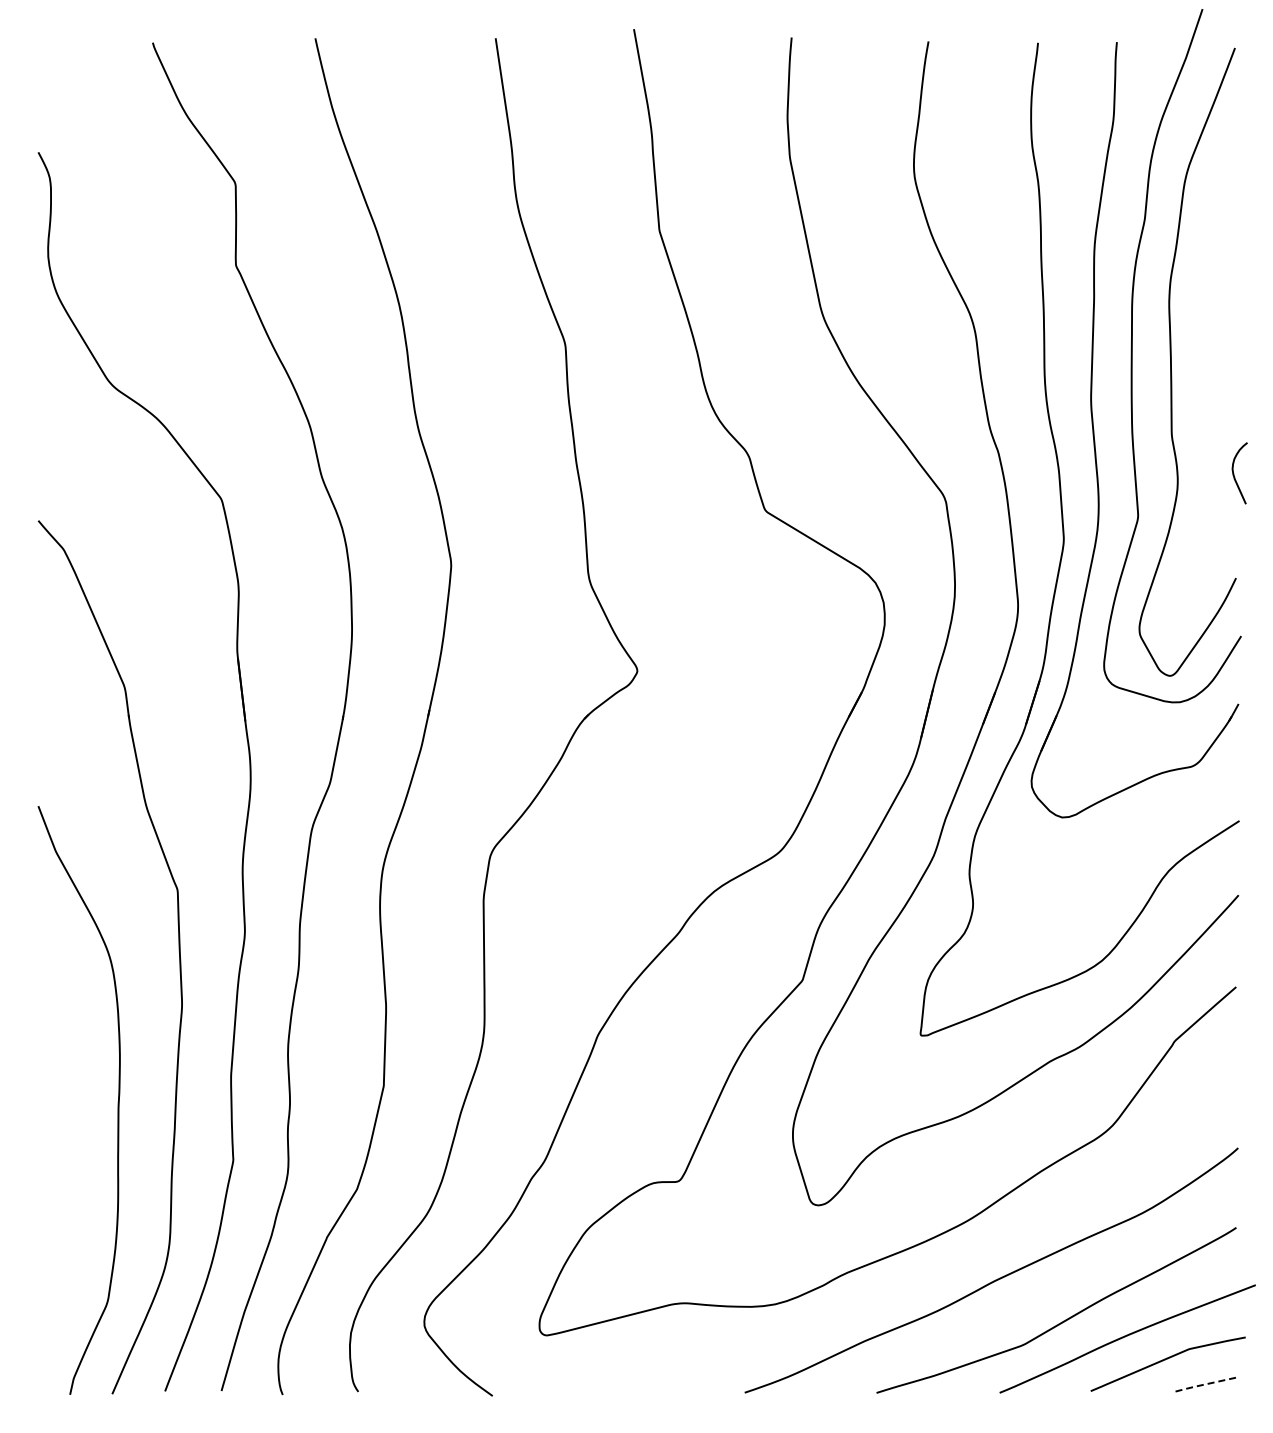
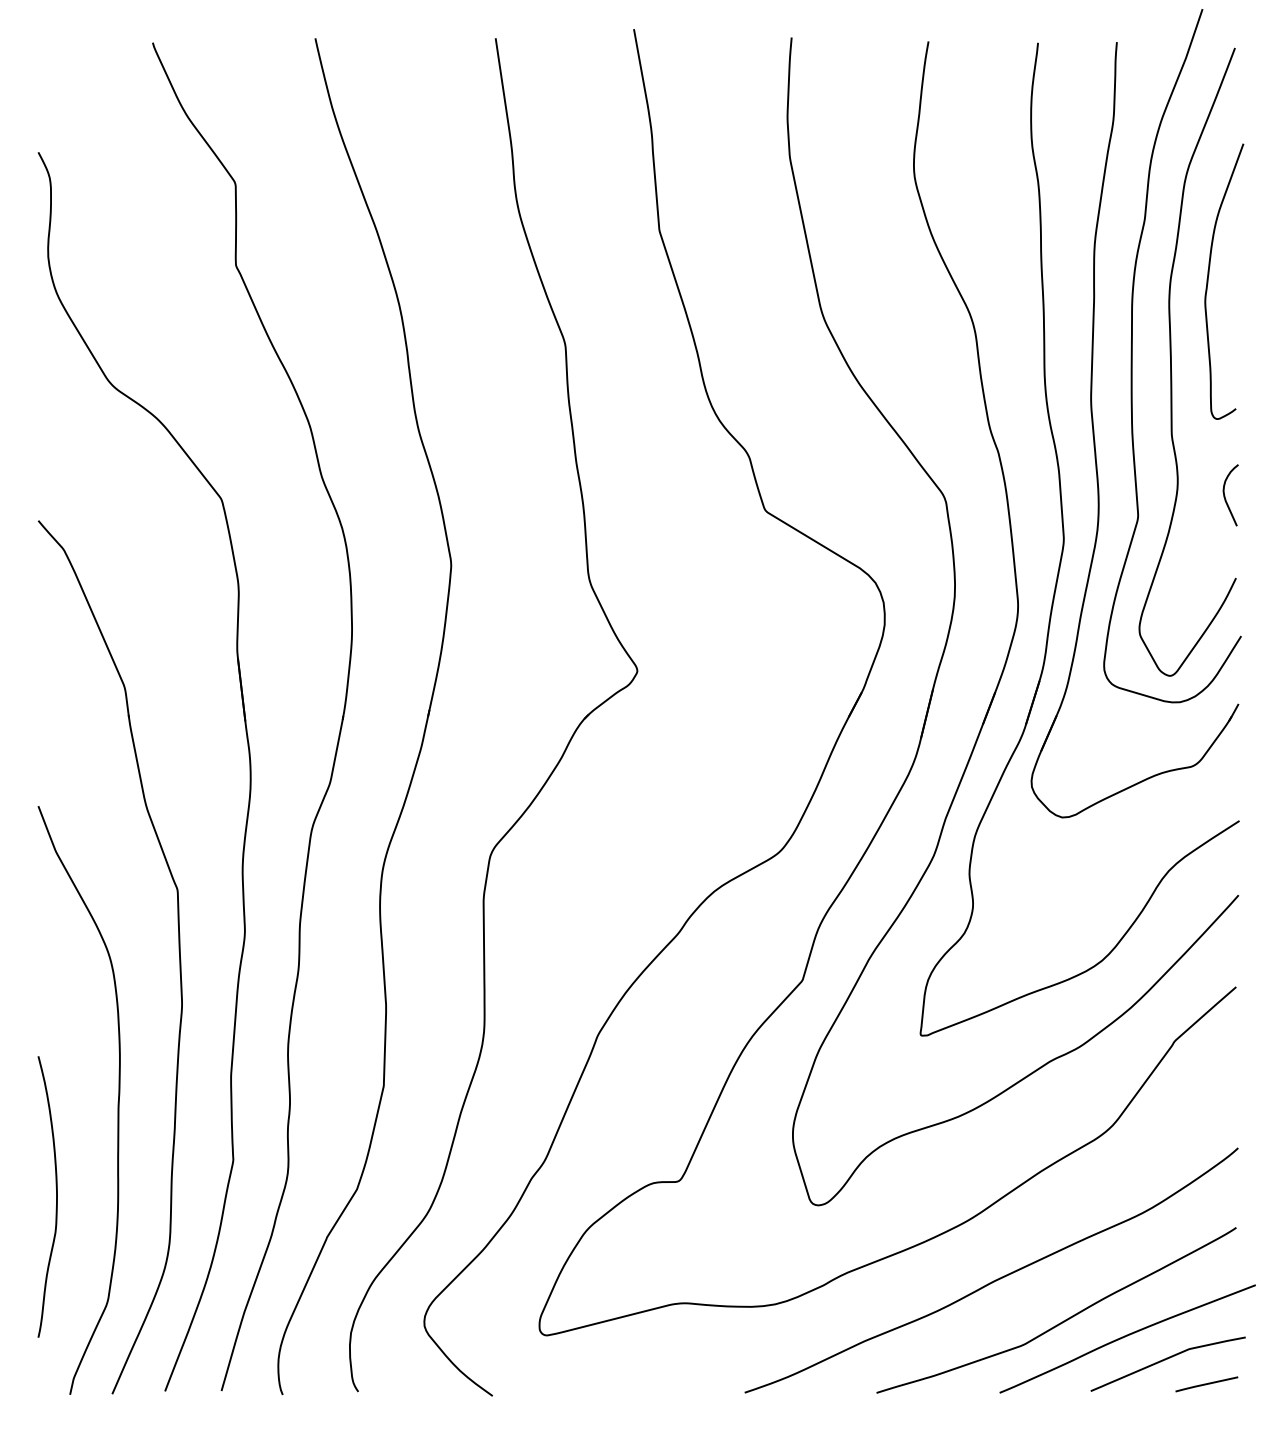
curve at (1208, 281): none -> present
curve at (1234, 473) position: (1234, 473) -> (1225, 495)
curve at (56, 1196): none -> present
line at (1205, 1384): dashed -> solid
